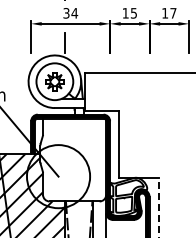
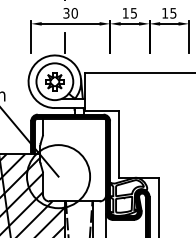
text at (74, 13): 34 -> 30
text at (173, 13): 17 -> 15
line at (158, 207): dashed -> solid
